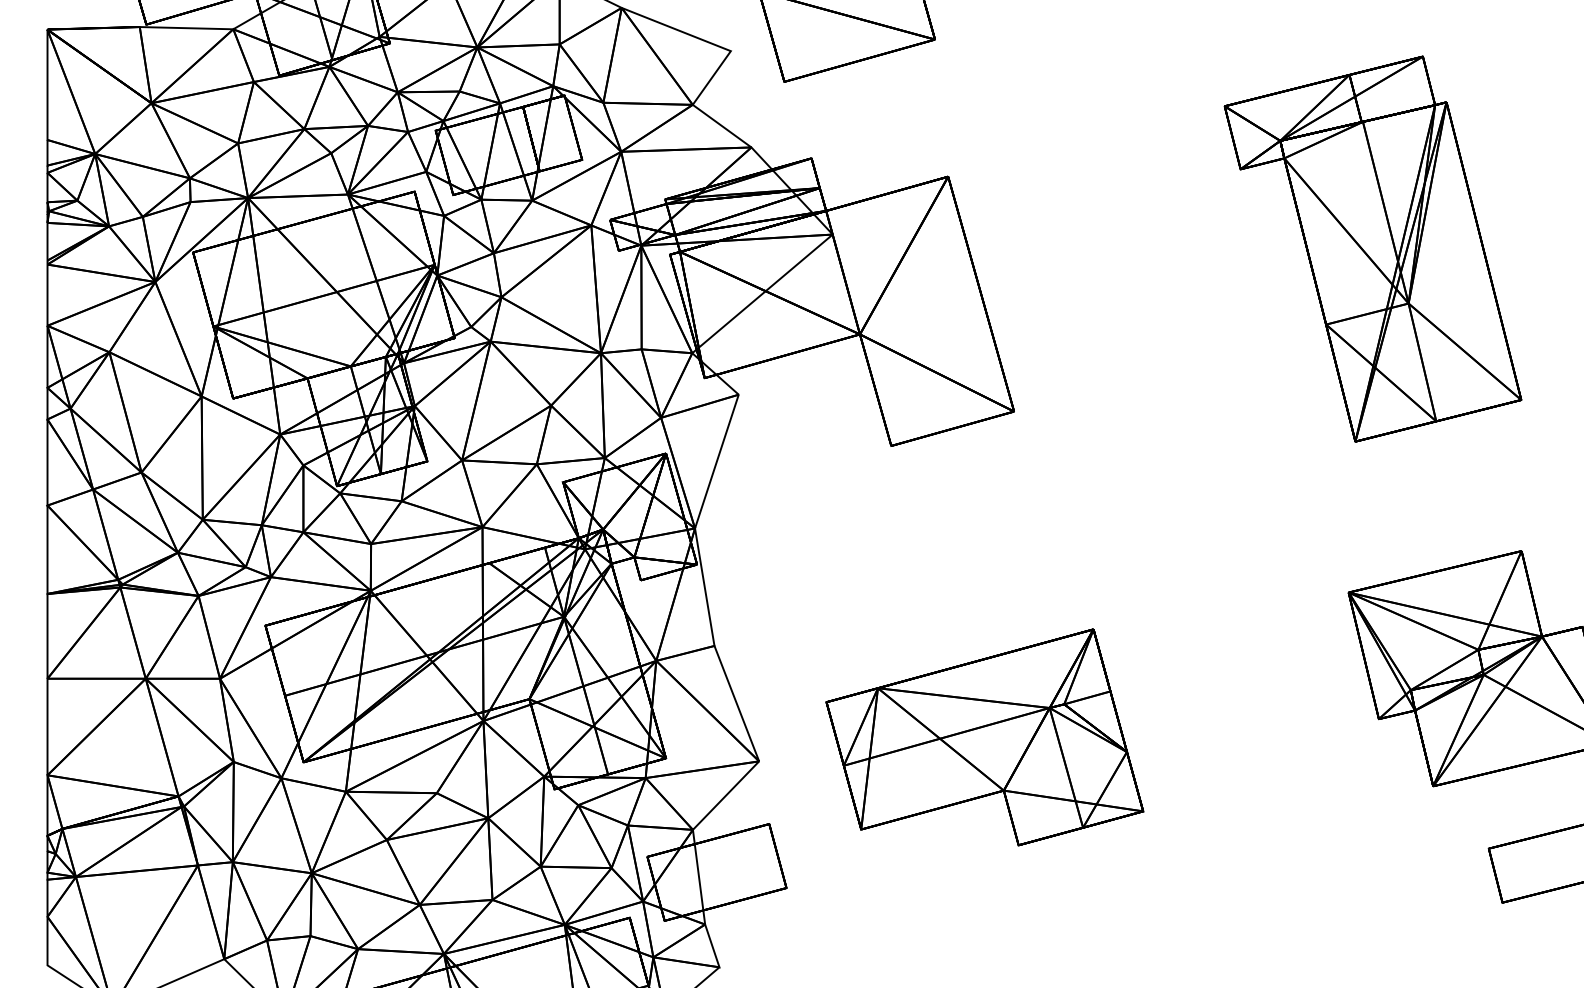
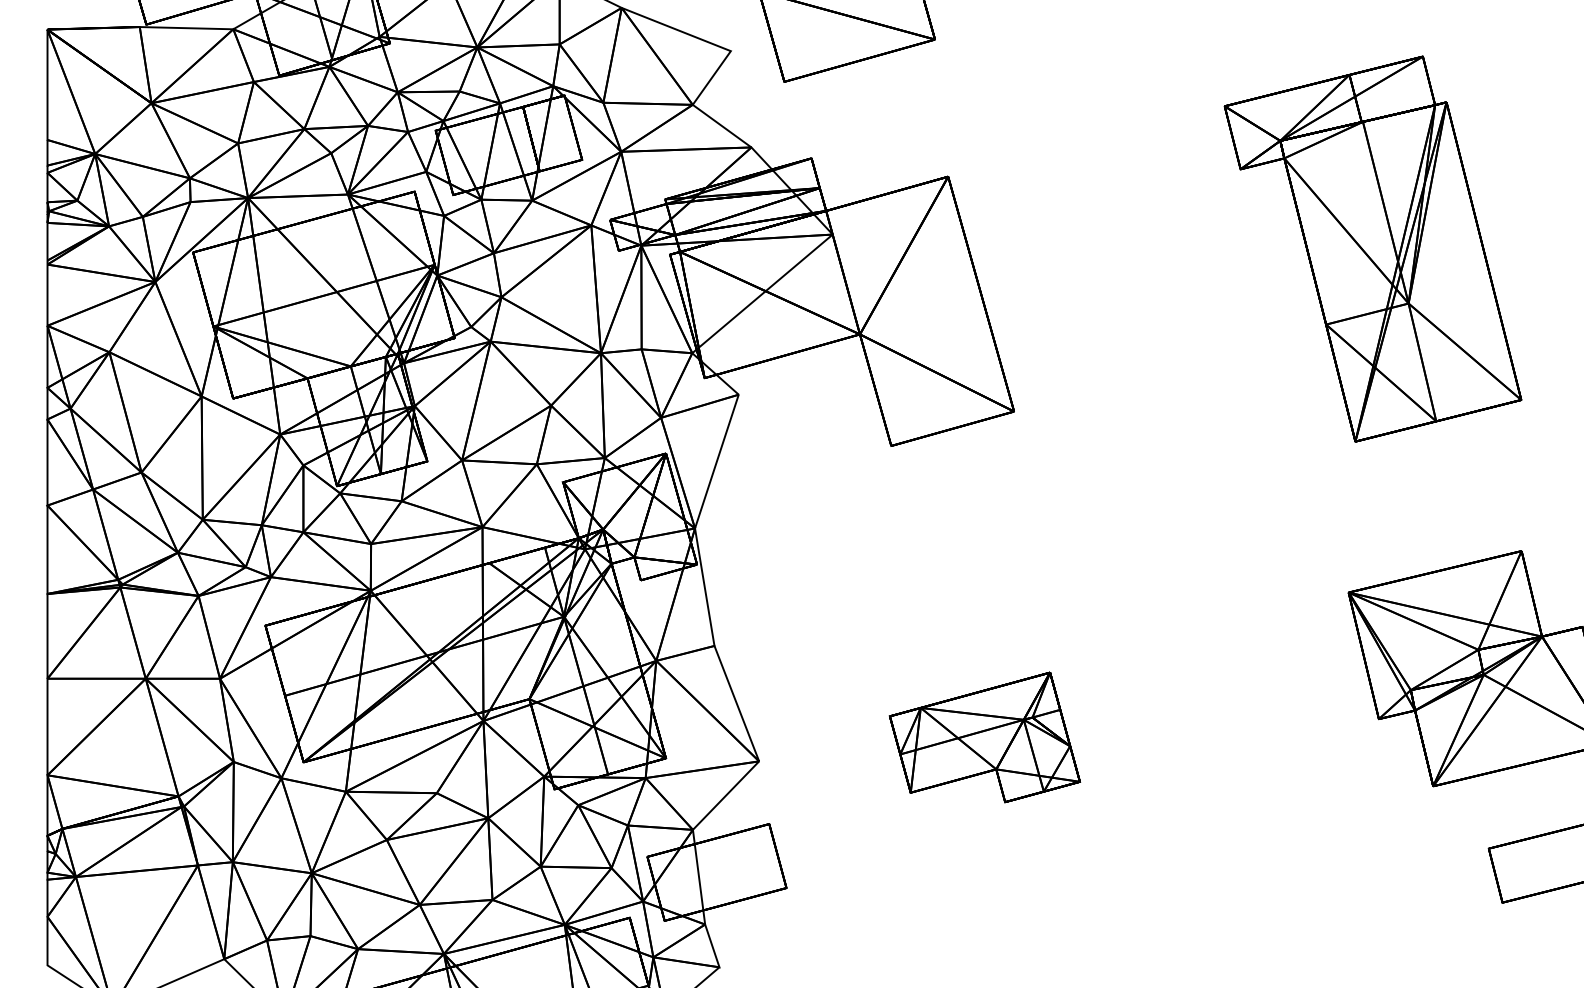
part at (984, 737) size: 320x219 px -> 194x133 px
